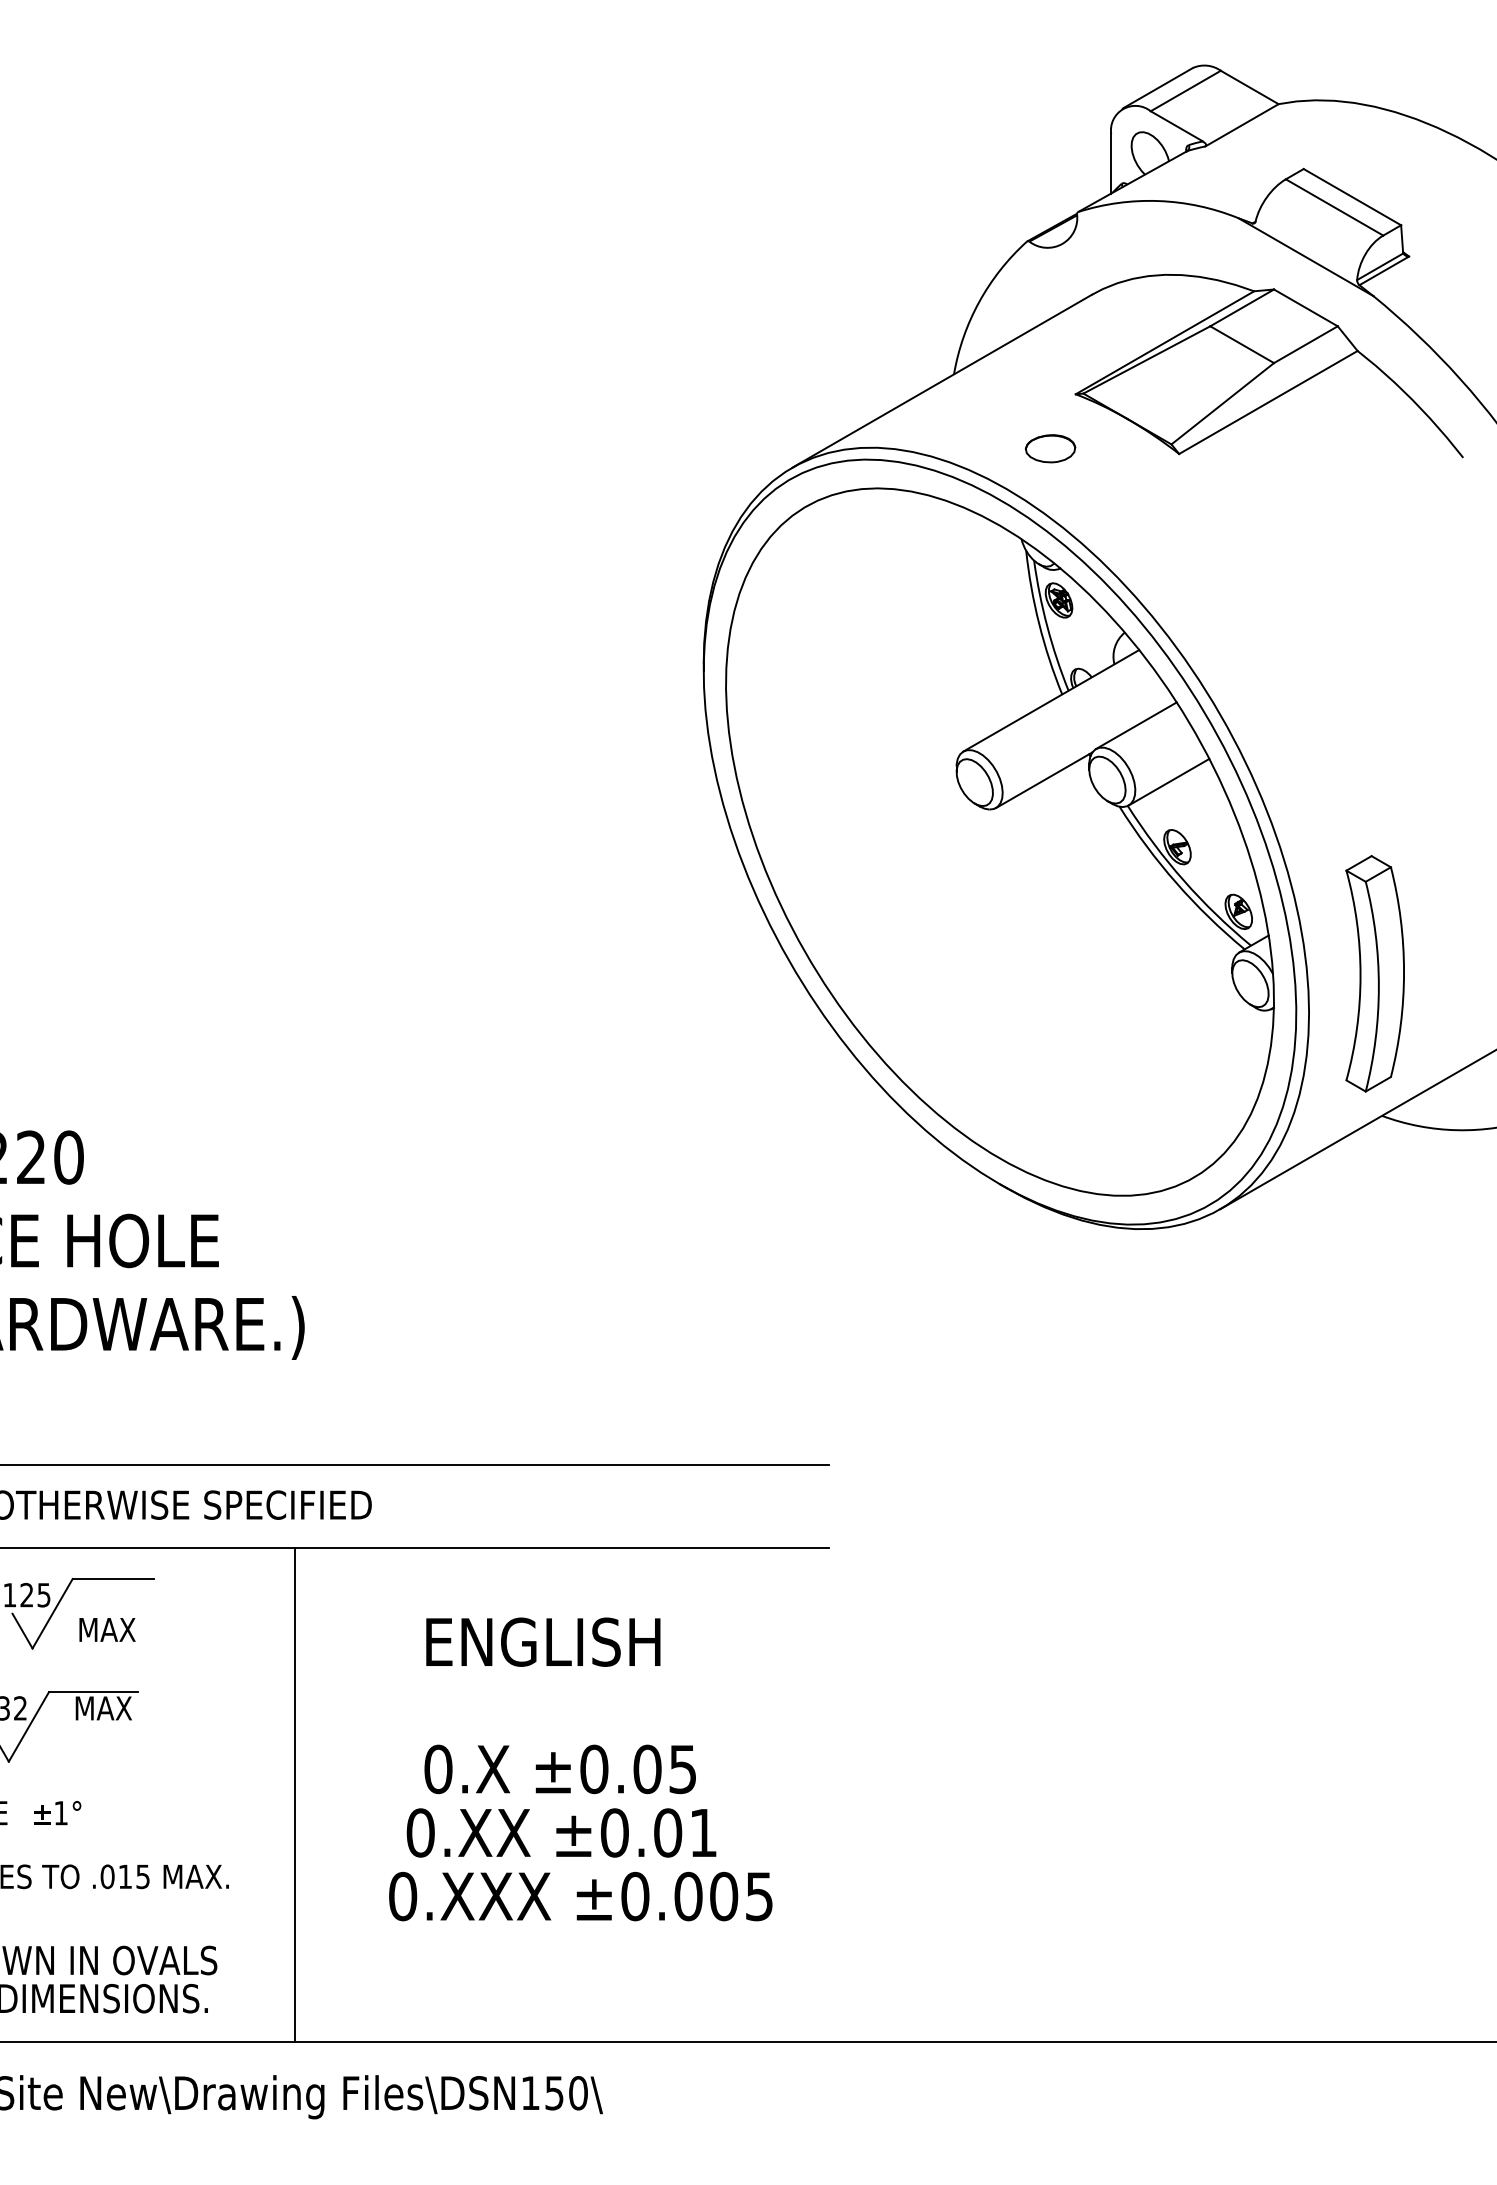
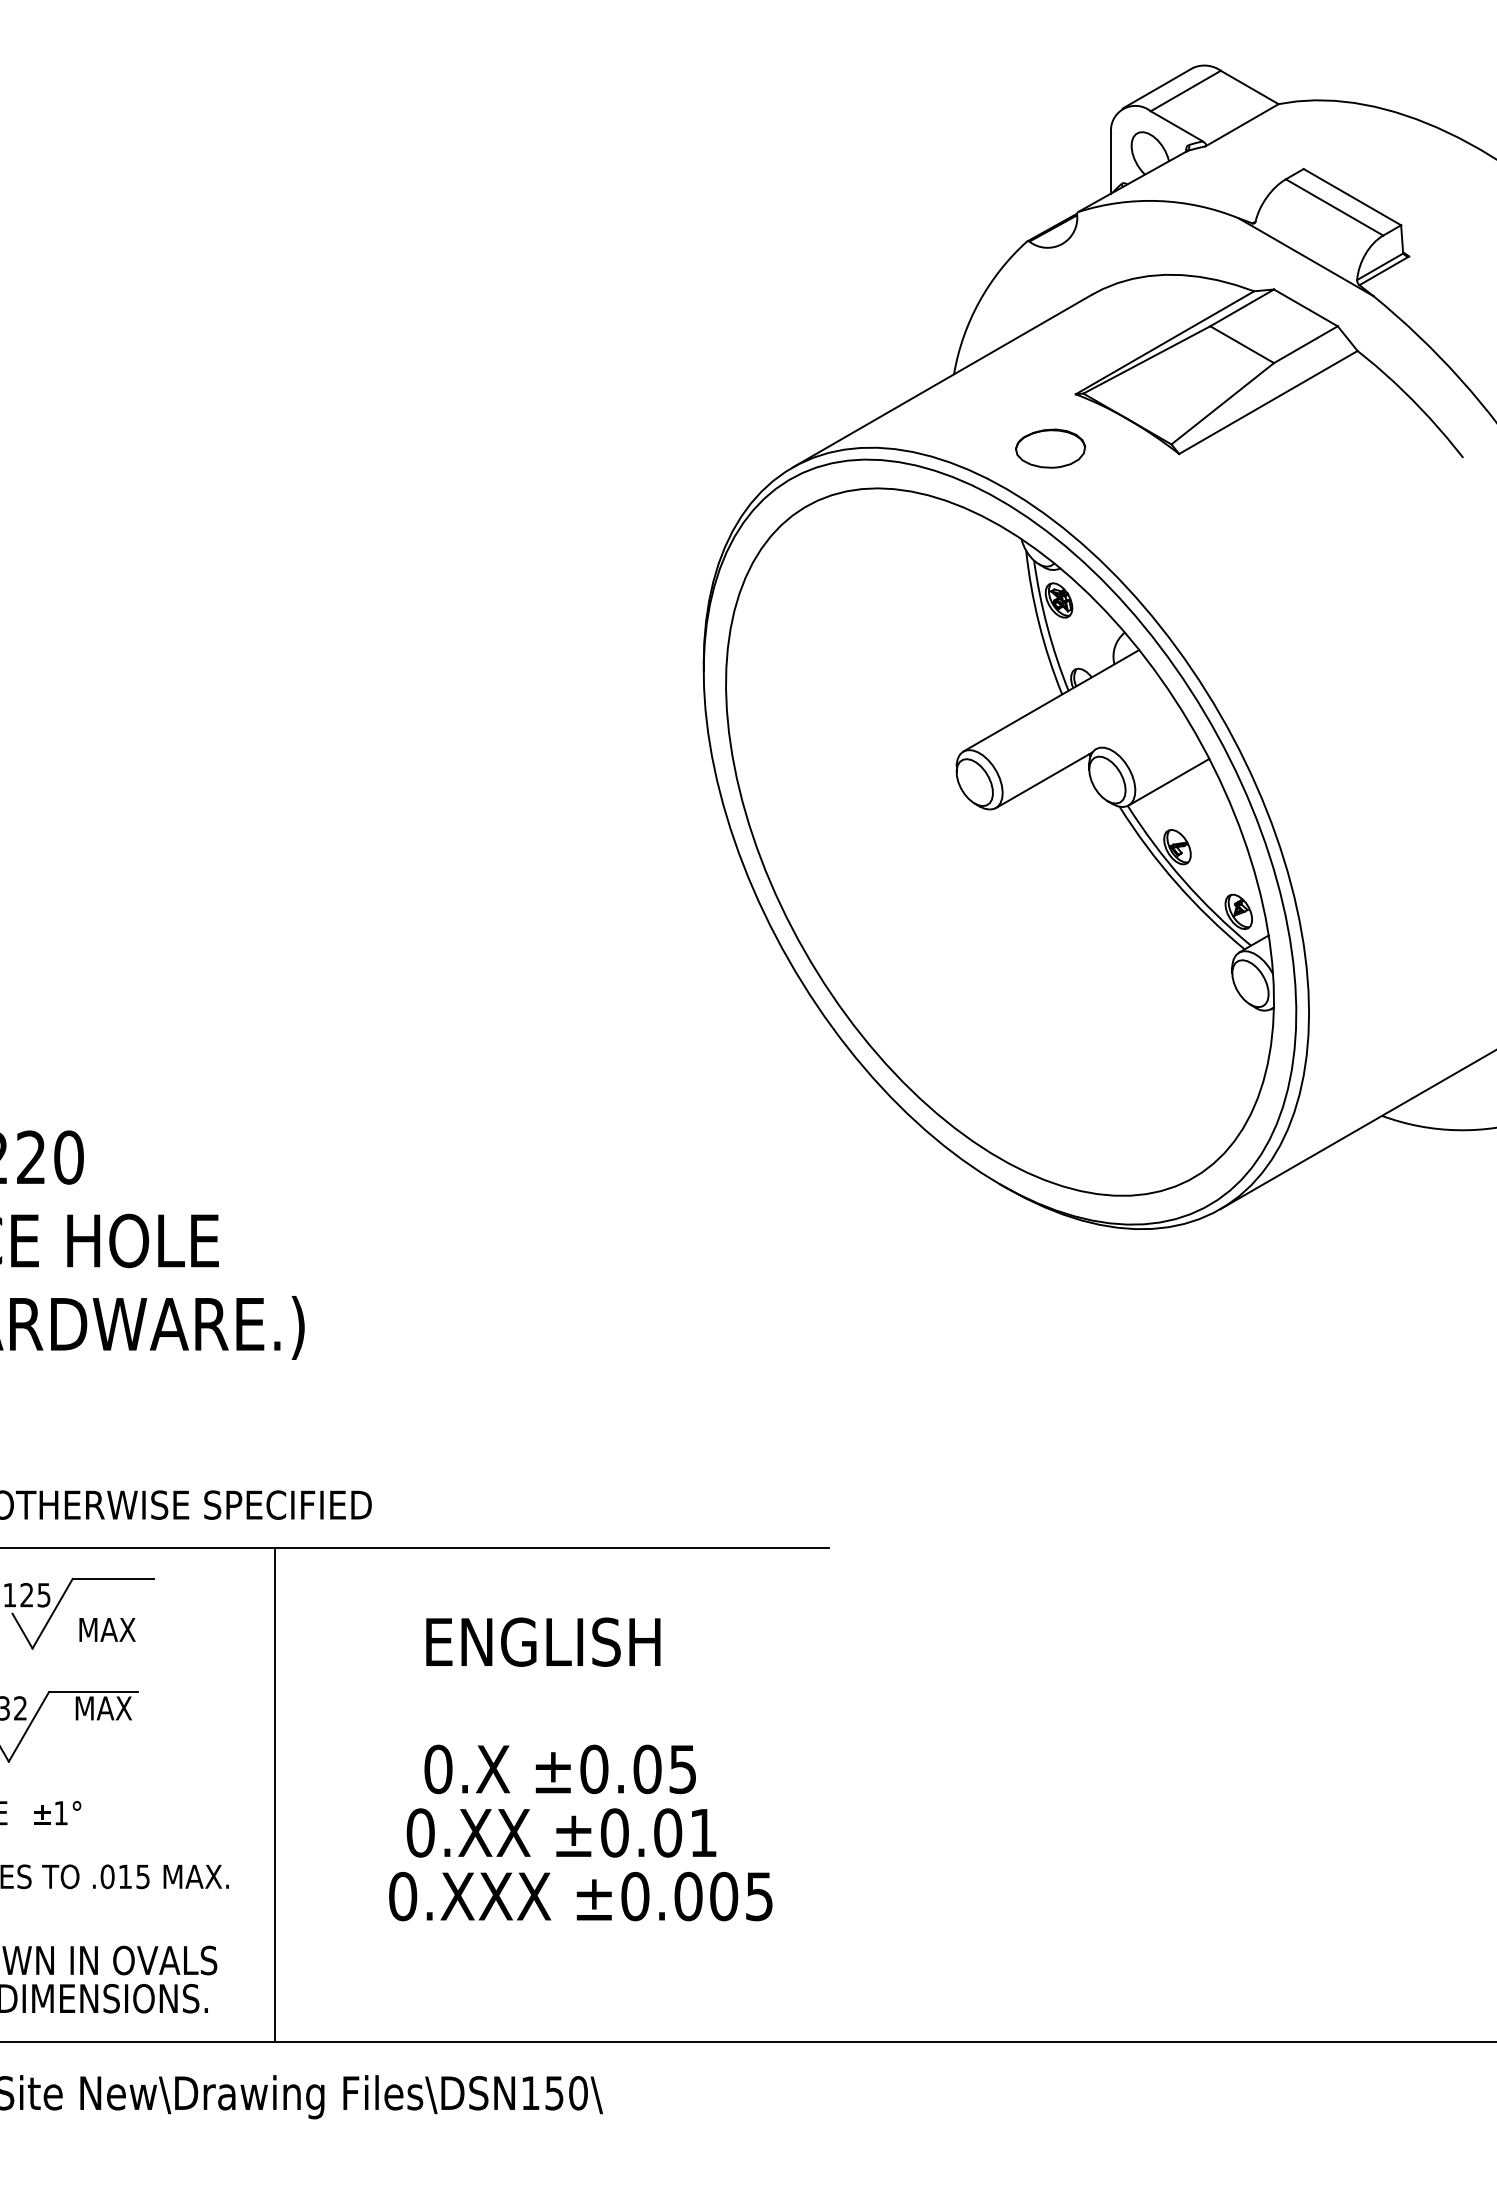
part at (1050, 448) size: 53x30 px -> 72x41 px
line at (1136, 725): present -> none
part at (1374, 973): present -> none
line at (415, 1465): present -> none
line at (294, 1794) position: (294, 1794) -> (274, 1794)
